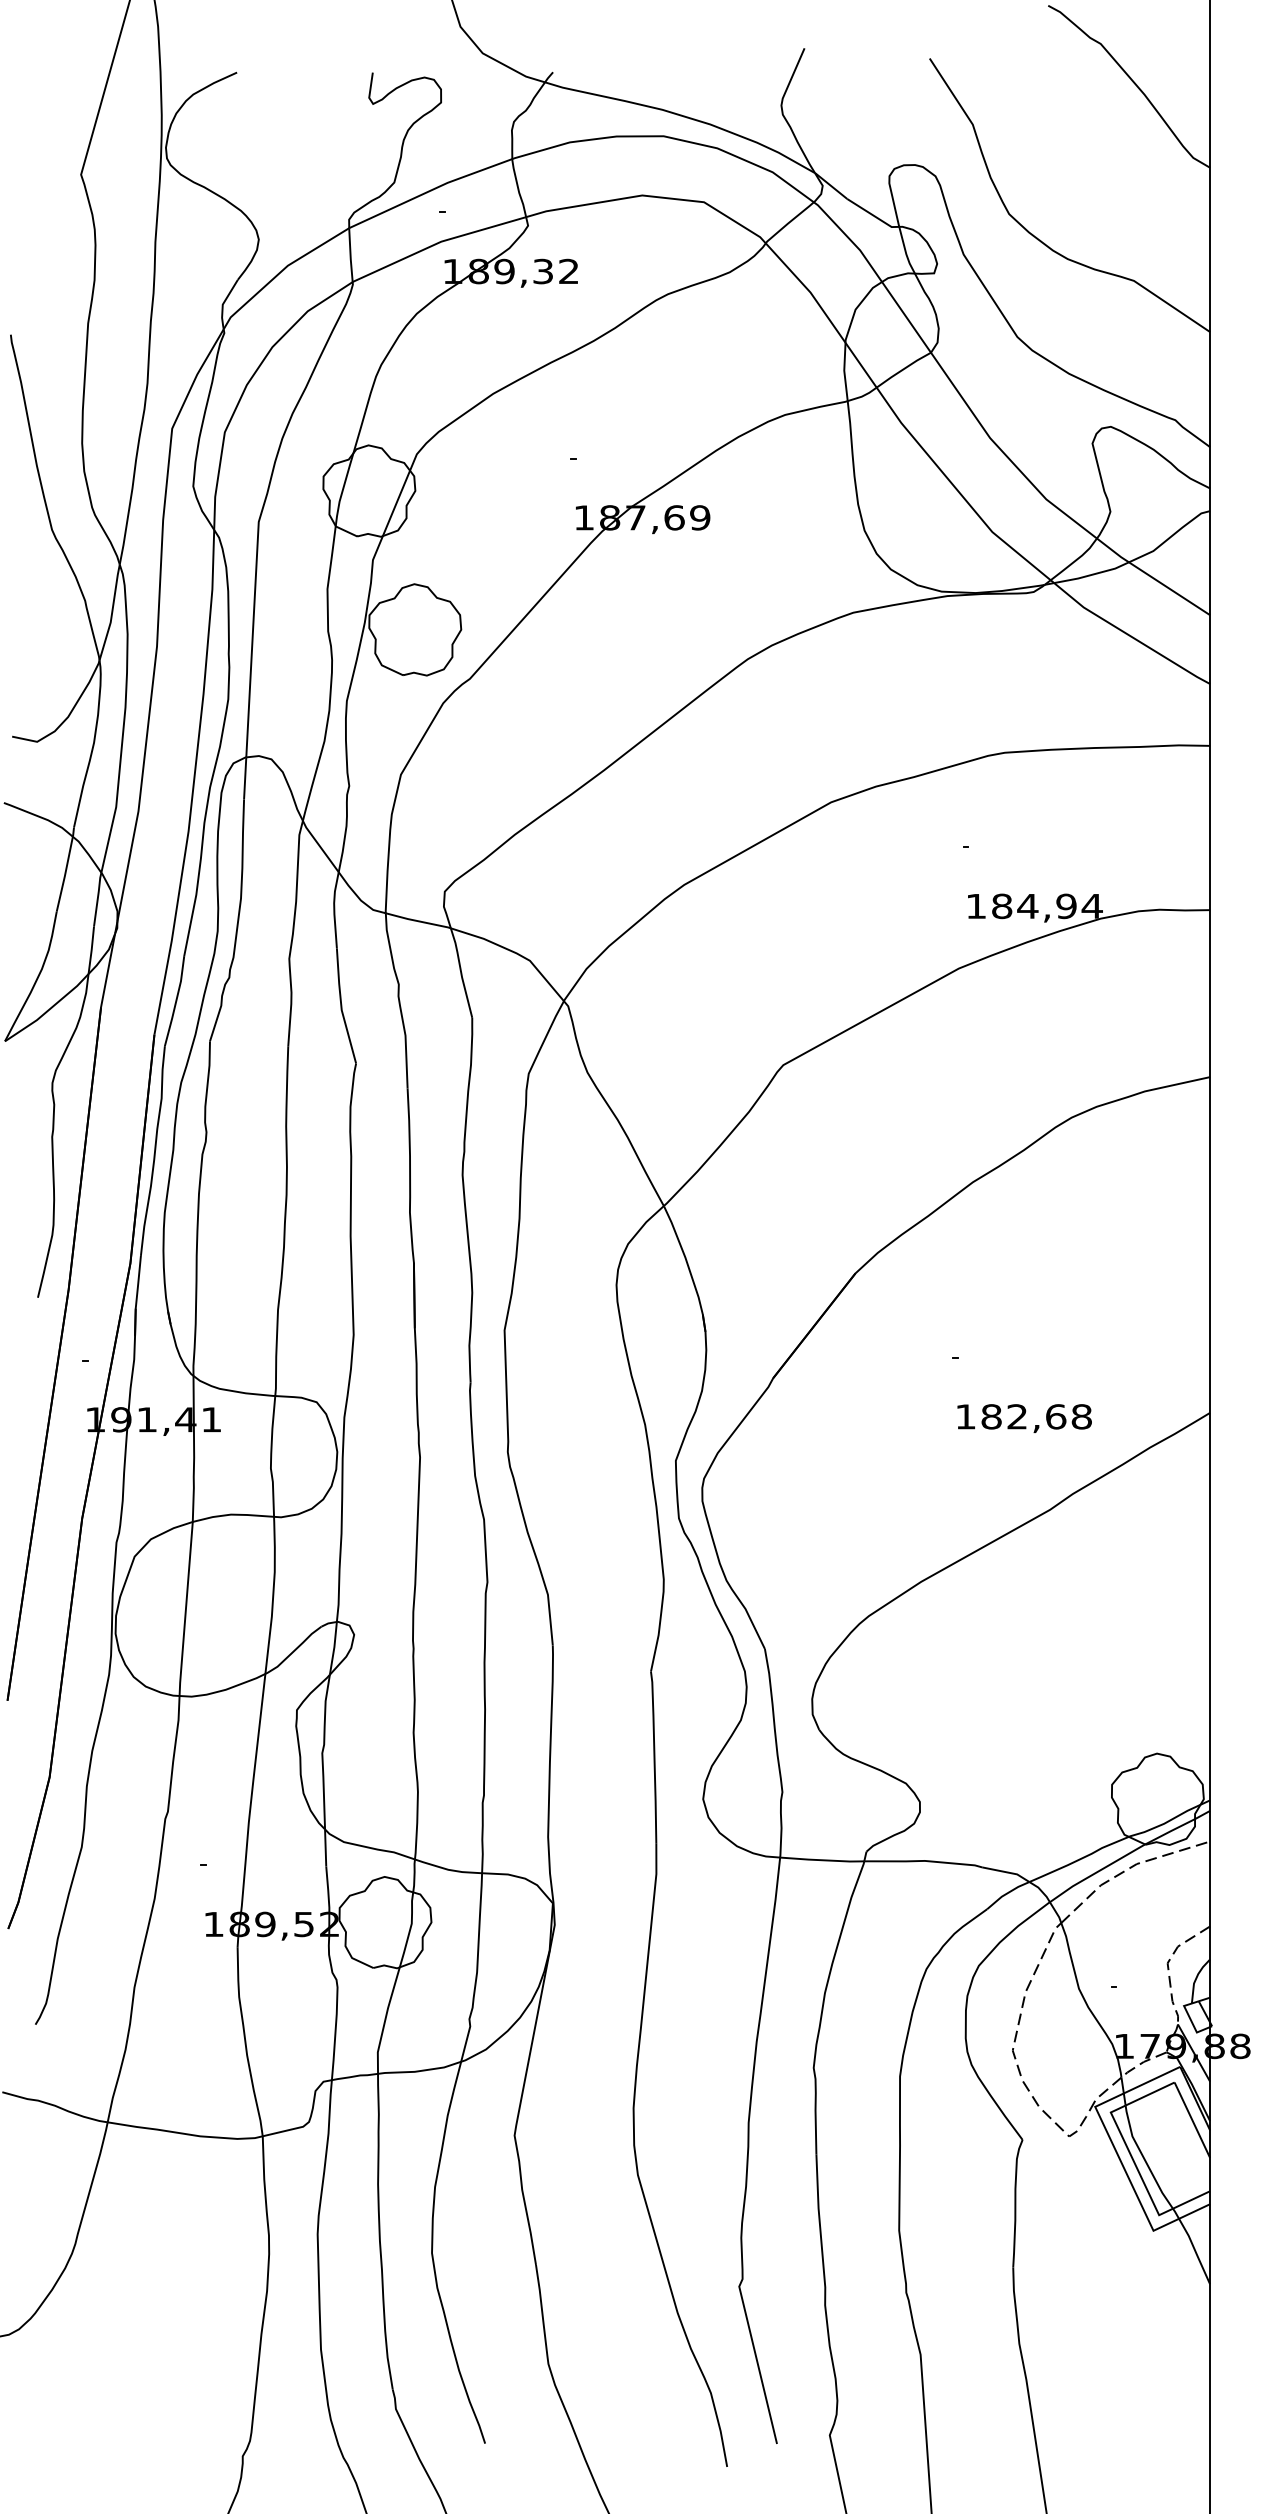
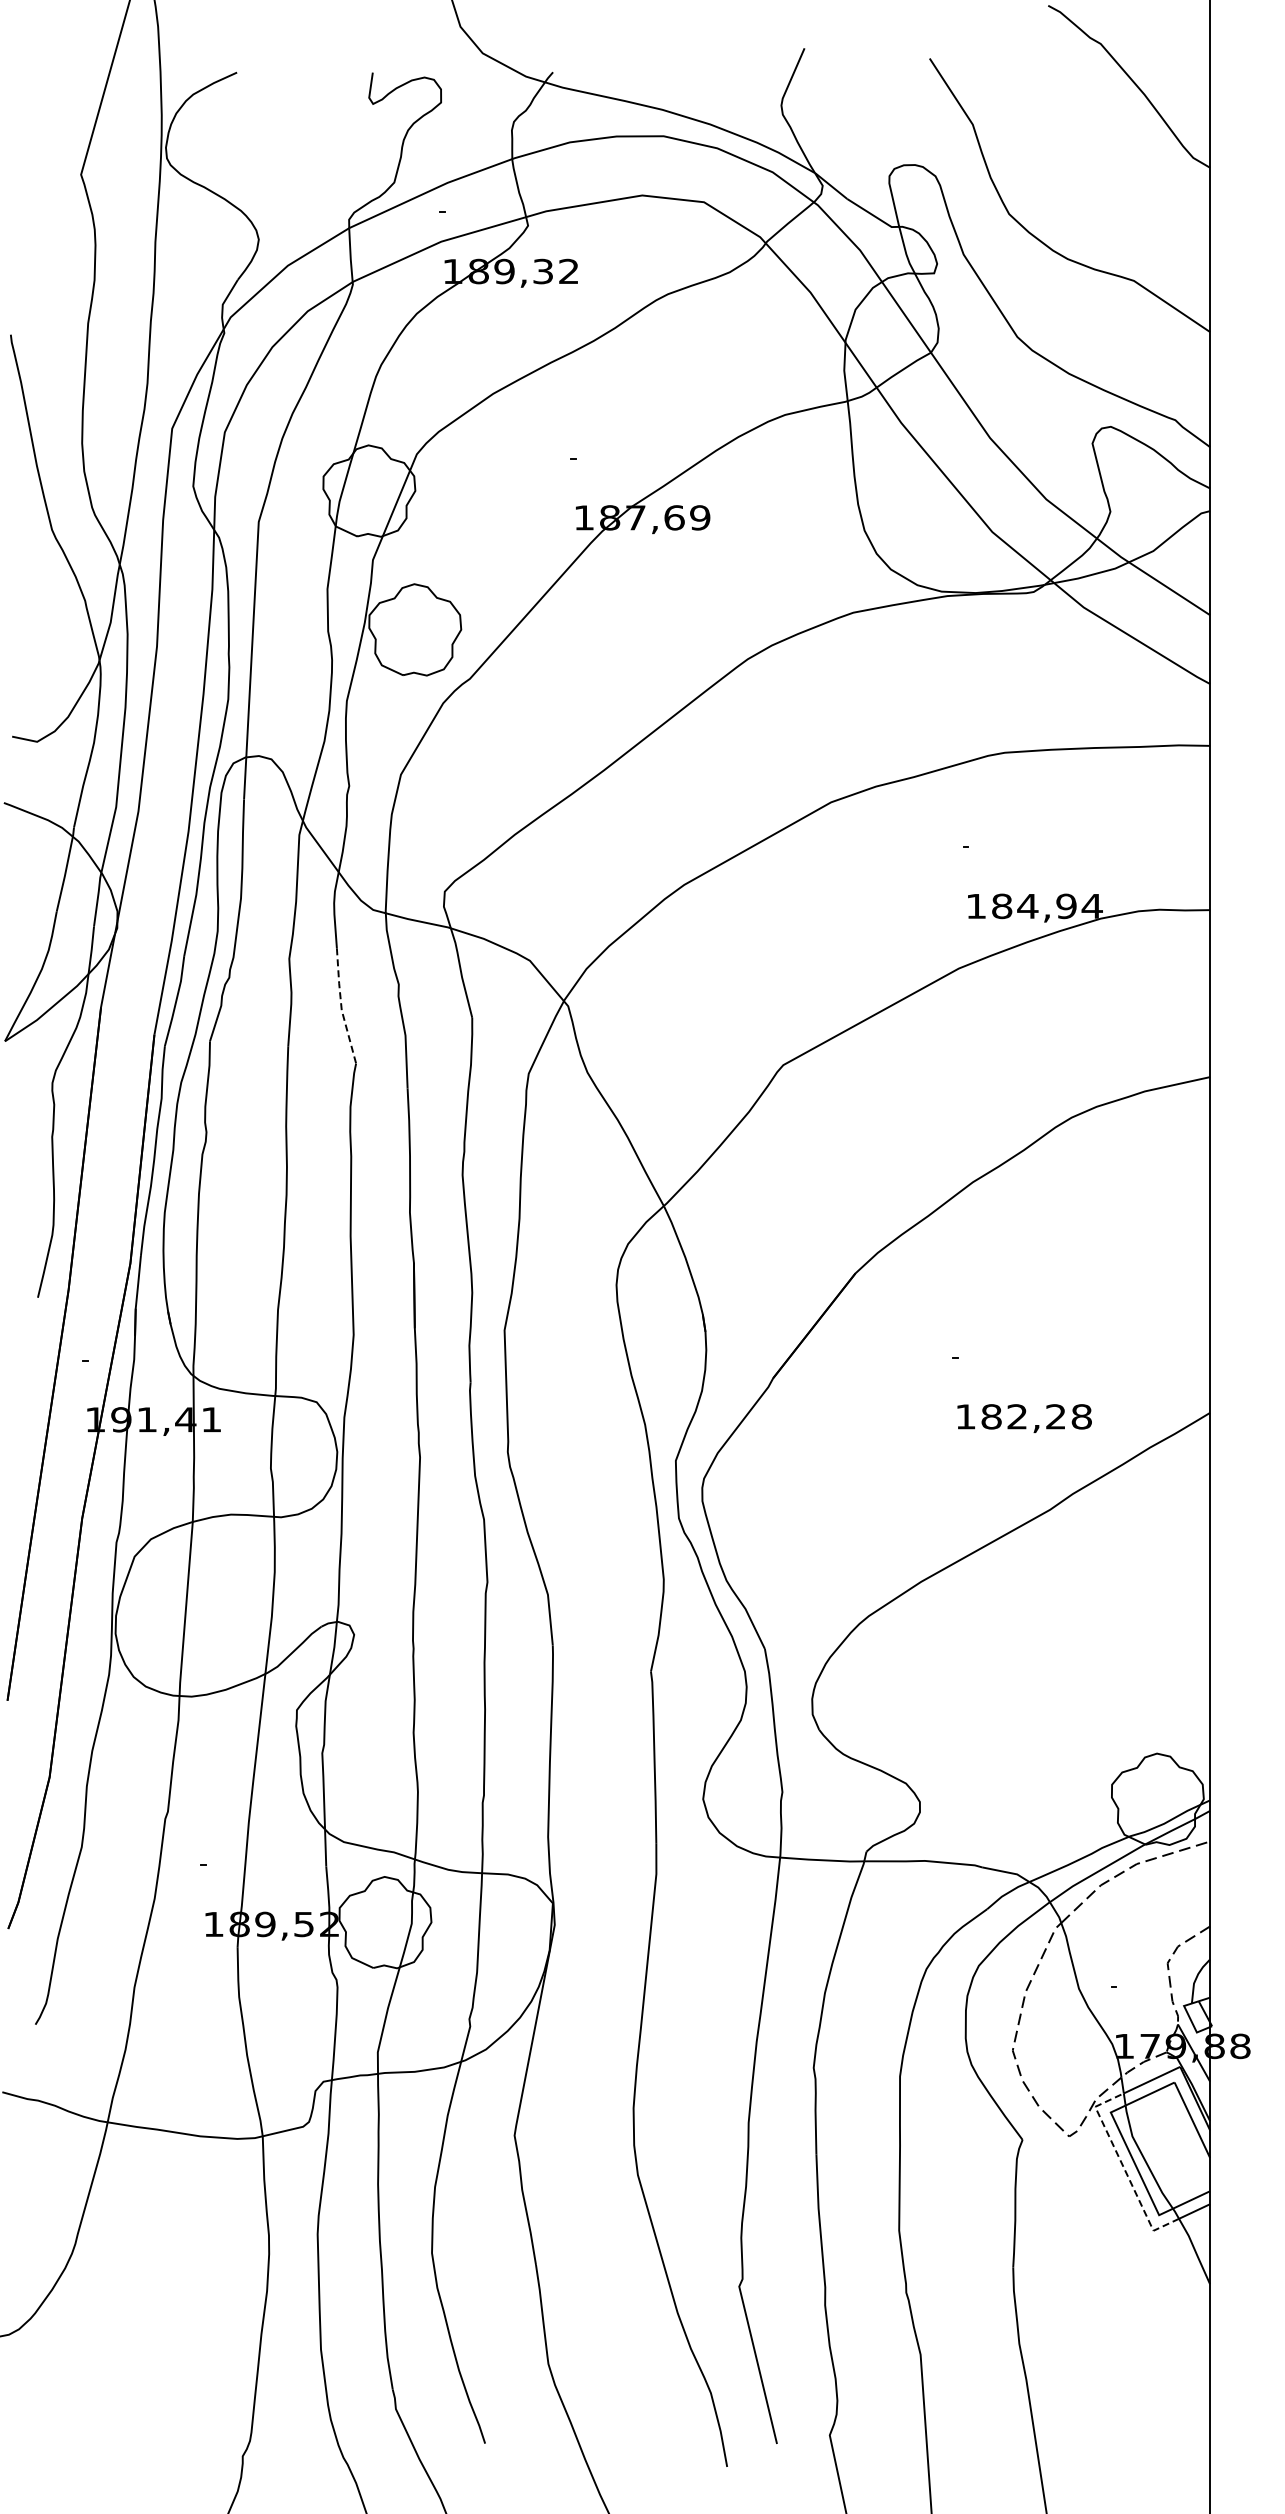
line at (341, 1007): solid -> dashed
text at (1056, 1416): 182,68 -> 182,28
line at (1123, 2167): solid -> dashed
